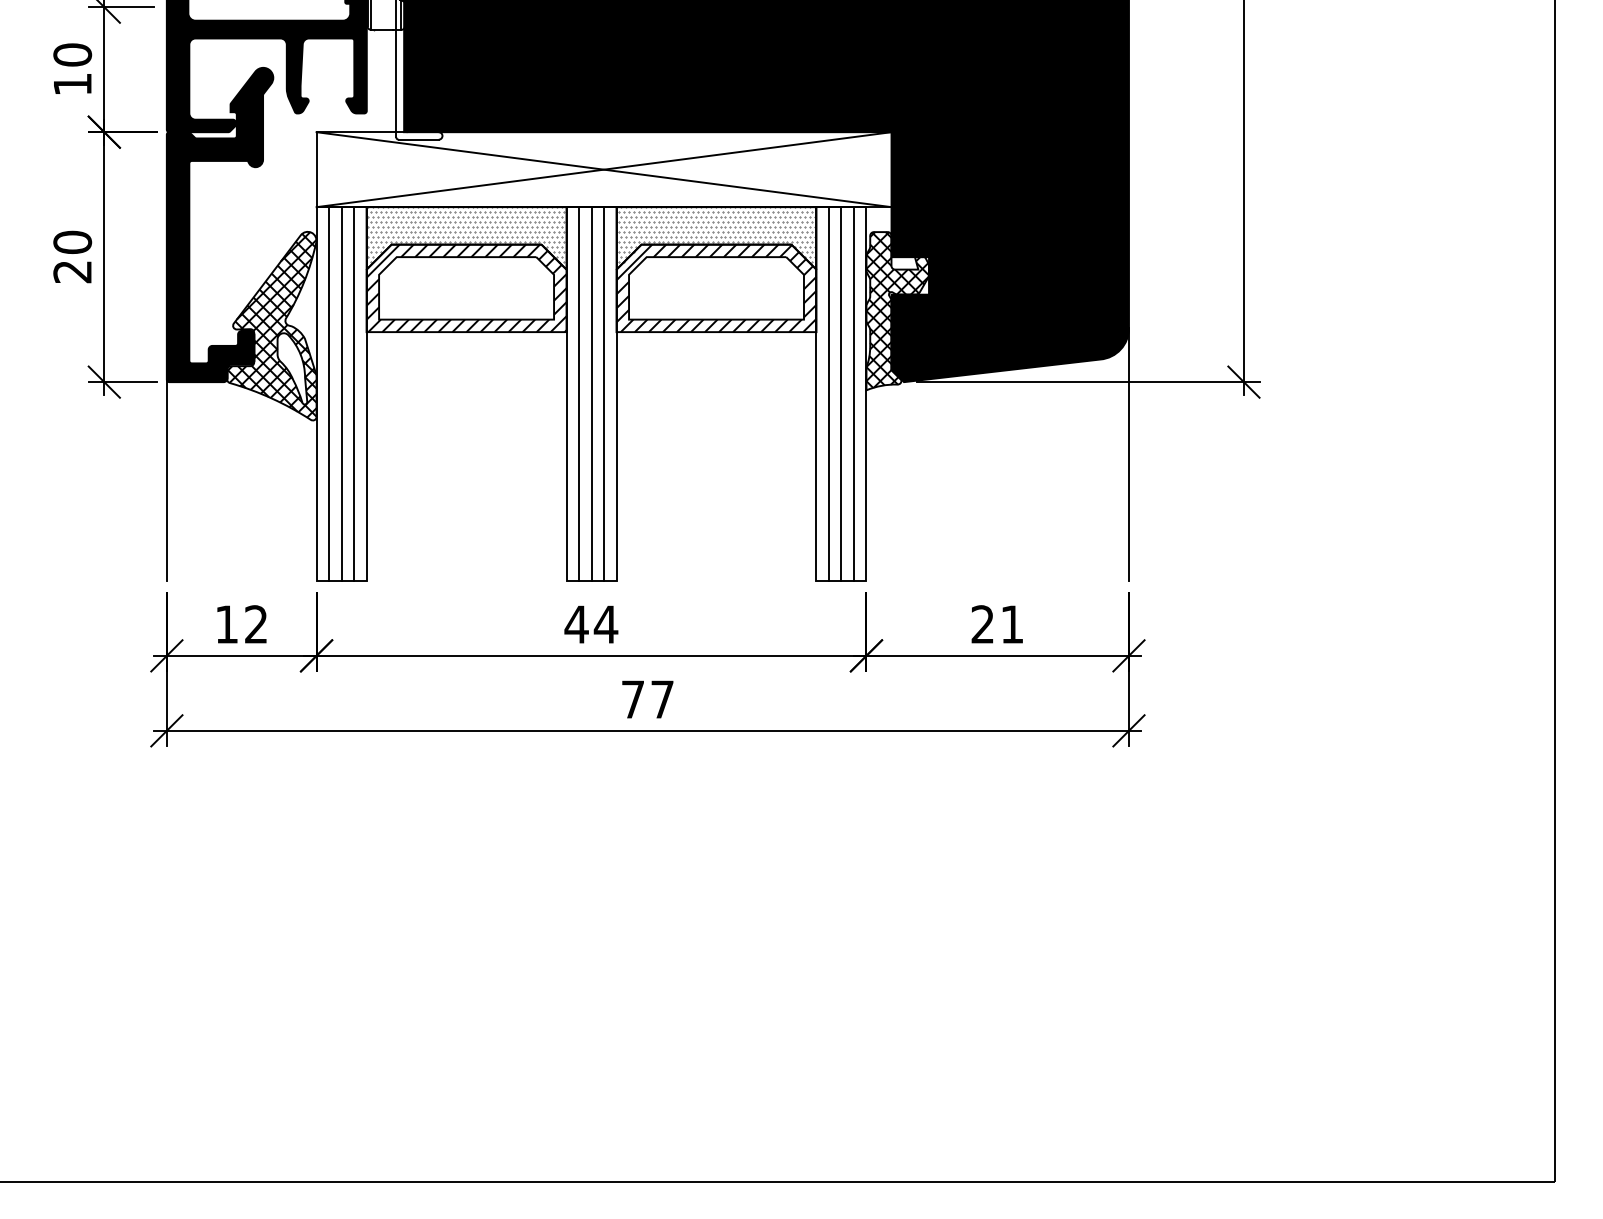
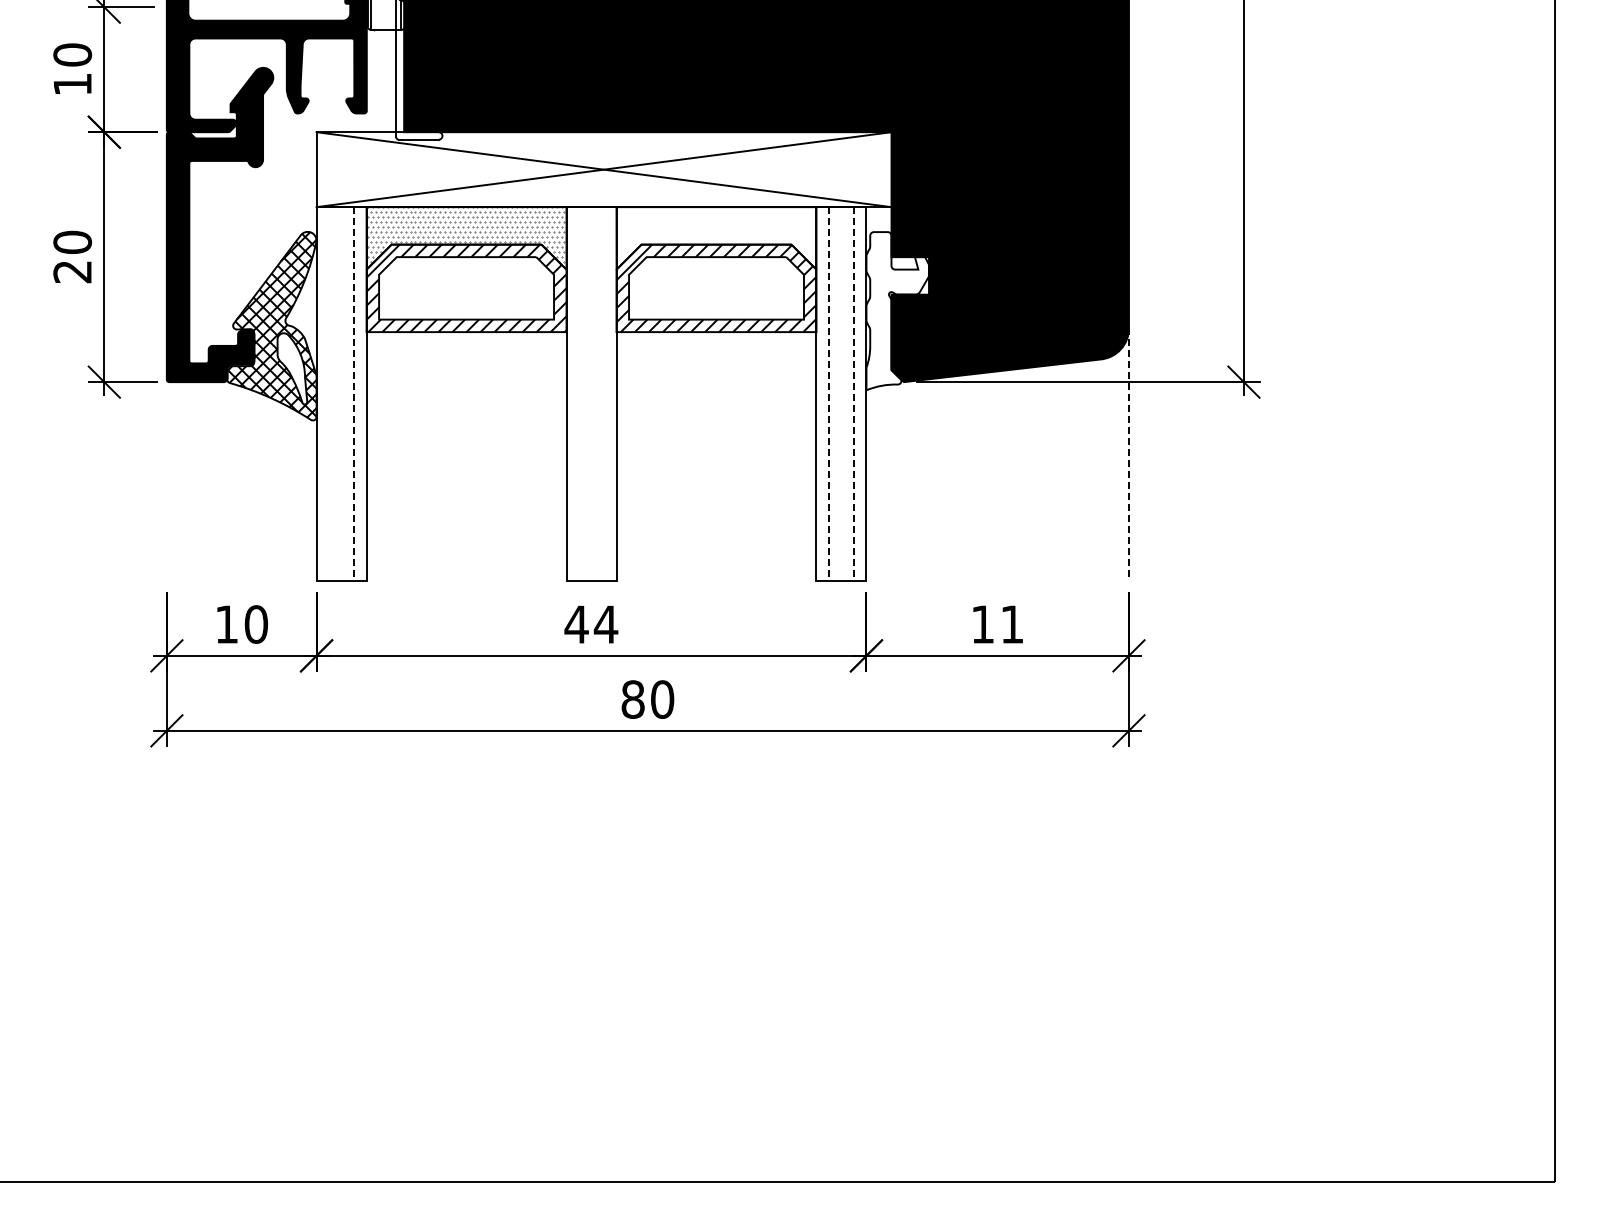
hatch at (716, 236): present -> none
hatch at (897, 309): present -> none
line at (329, 393): present -> none
line at (341, 393): present -> none
line at (579, 393): present -> none
line at (591, 393): present -> none
line at (604, 393): present -> none
line at (841, 393): present -> none
line at (354, 394): solid -> dashed
line at (828, 394): solid -> dashed
line at (853, 394): solid -> dashed
line at (1128, 455): solid -> dashed
line at (166, 480): present -> none
text at (256, 624): 12 -> 10
text at (982, 624): 21 -> 11
text at (647, 699): 77 -> 80
